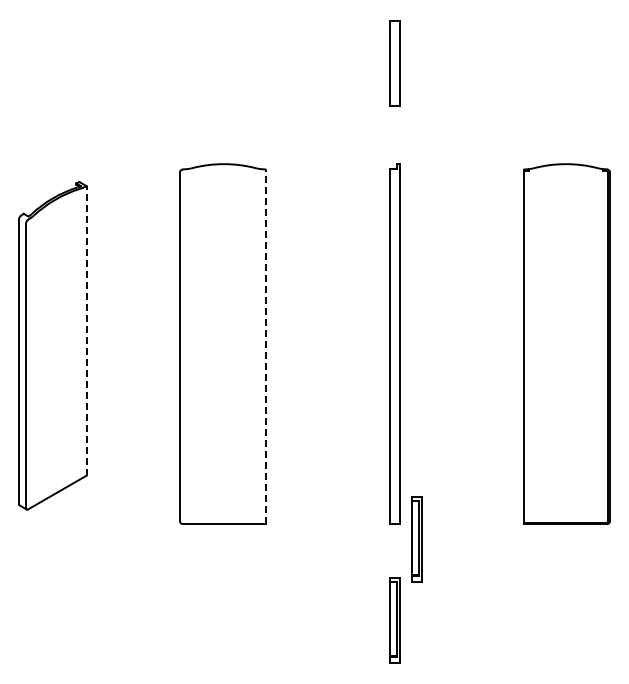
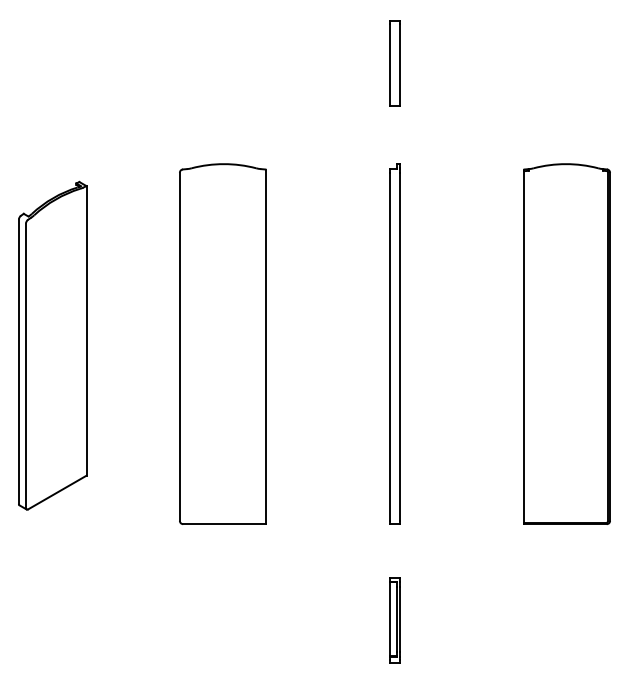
line at (86, 330): dashed -> solid
line at (265, 346): dashed -> solid
part at (416, 539): present -> none
